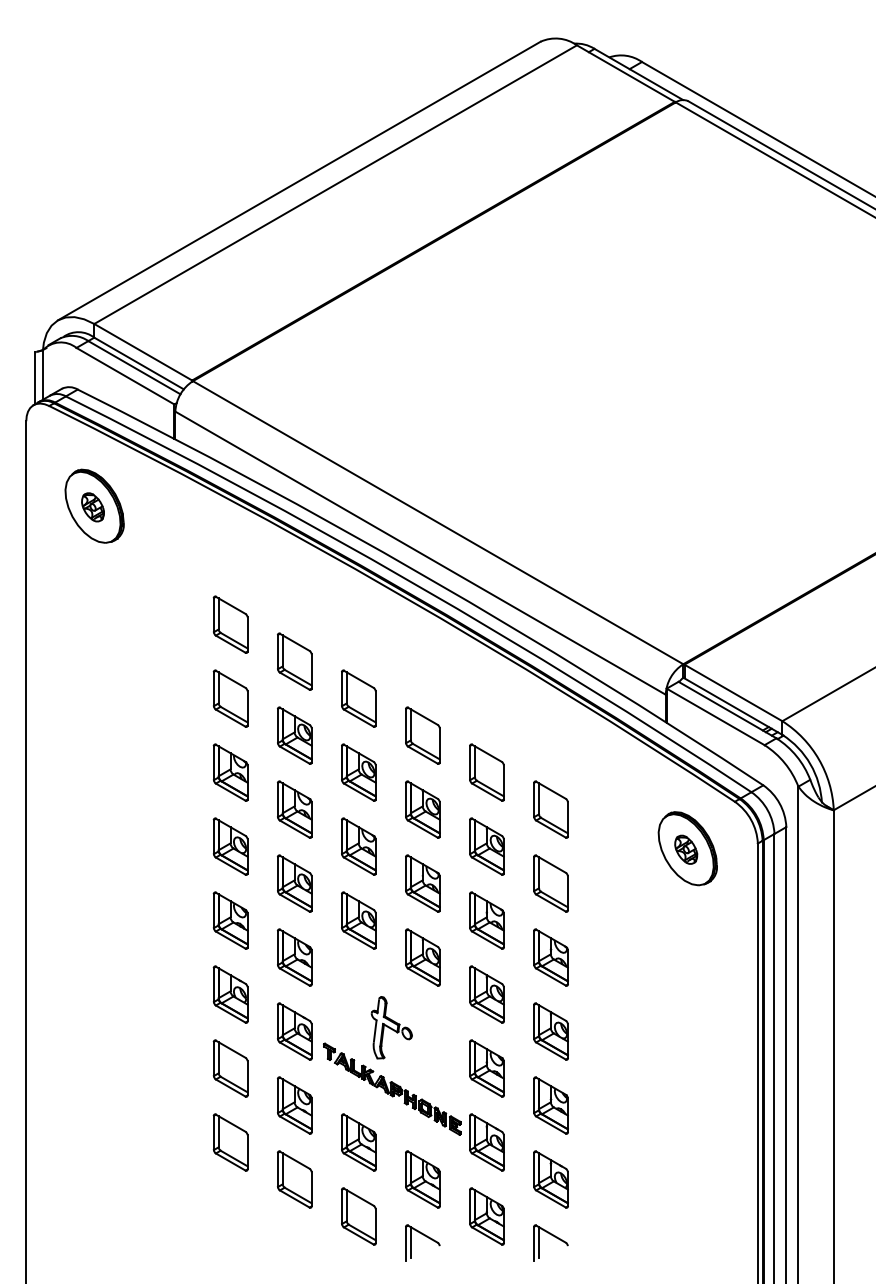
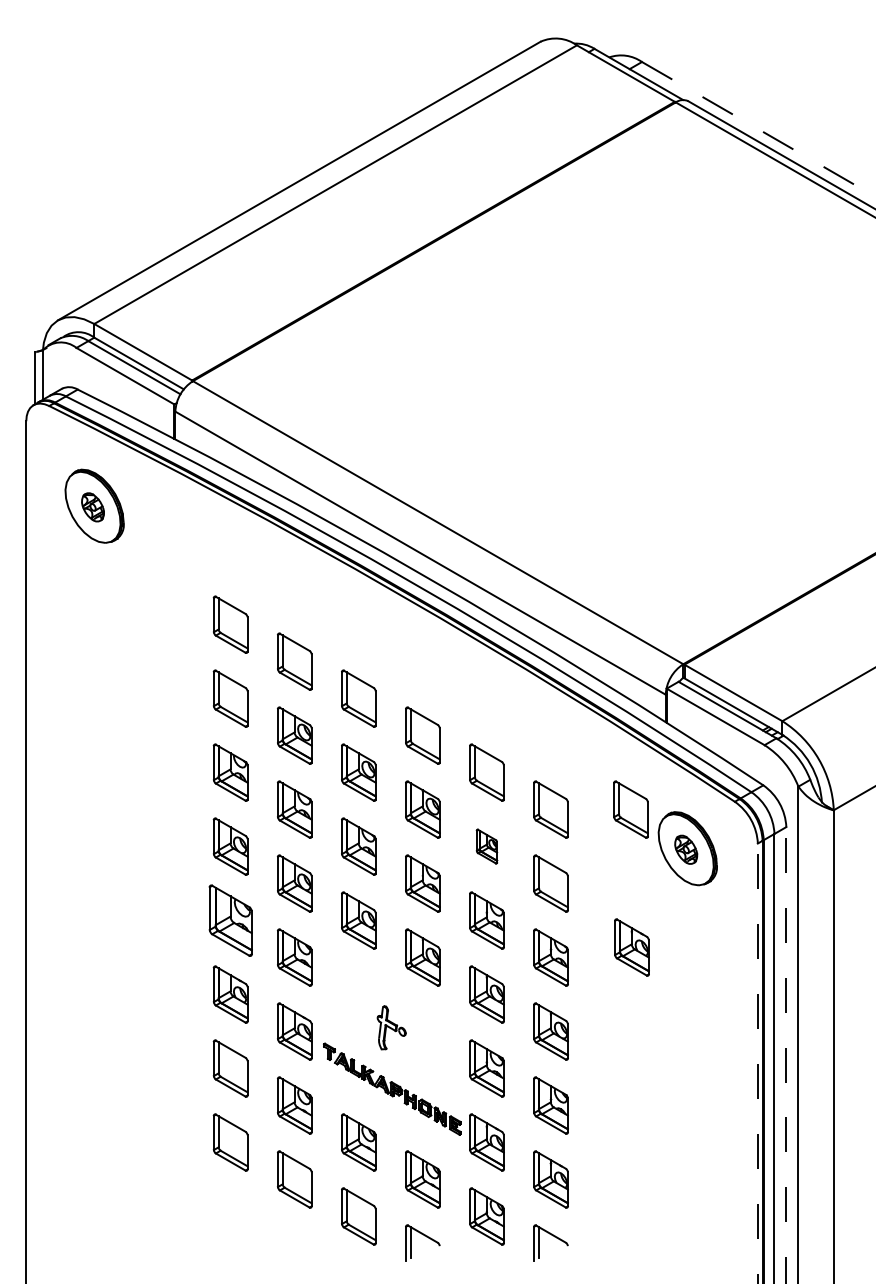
line at (758, 129): solid -> dashed
part at (630, 809): none -> present
part at (486, 846) size: 36x59 px -> 24x37 px
part at (230, 920) size: 37x59 px -> 45x73 px
part at (631, 947): none -> present
part at (391, 1027) size: 43x64 px -> 31x46 px
line at (786, 1055): solid -> dashed
line at (757, 1063): solid -> dashed
